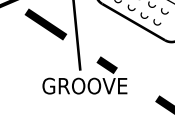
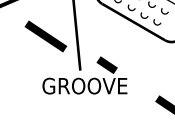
line at (45, 24) position: (45, 24) -> (45, 36)
